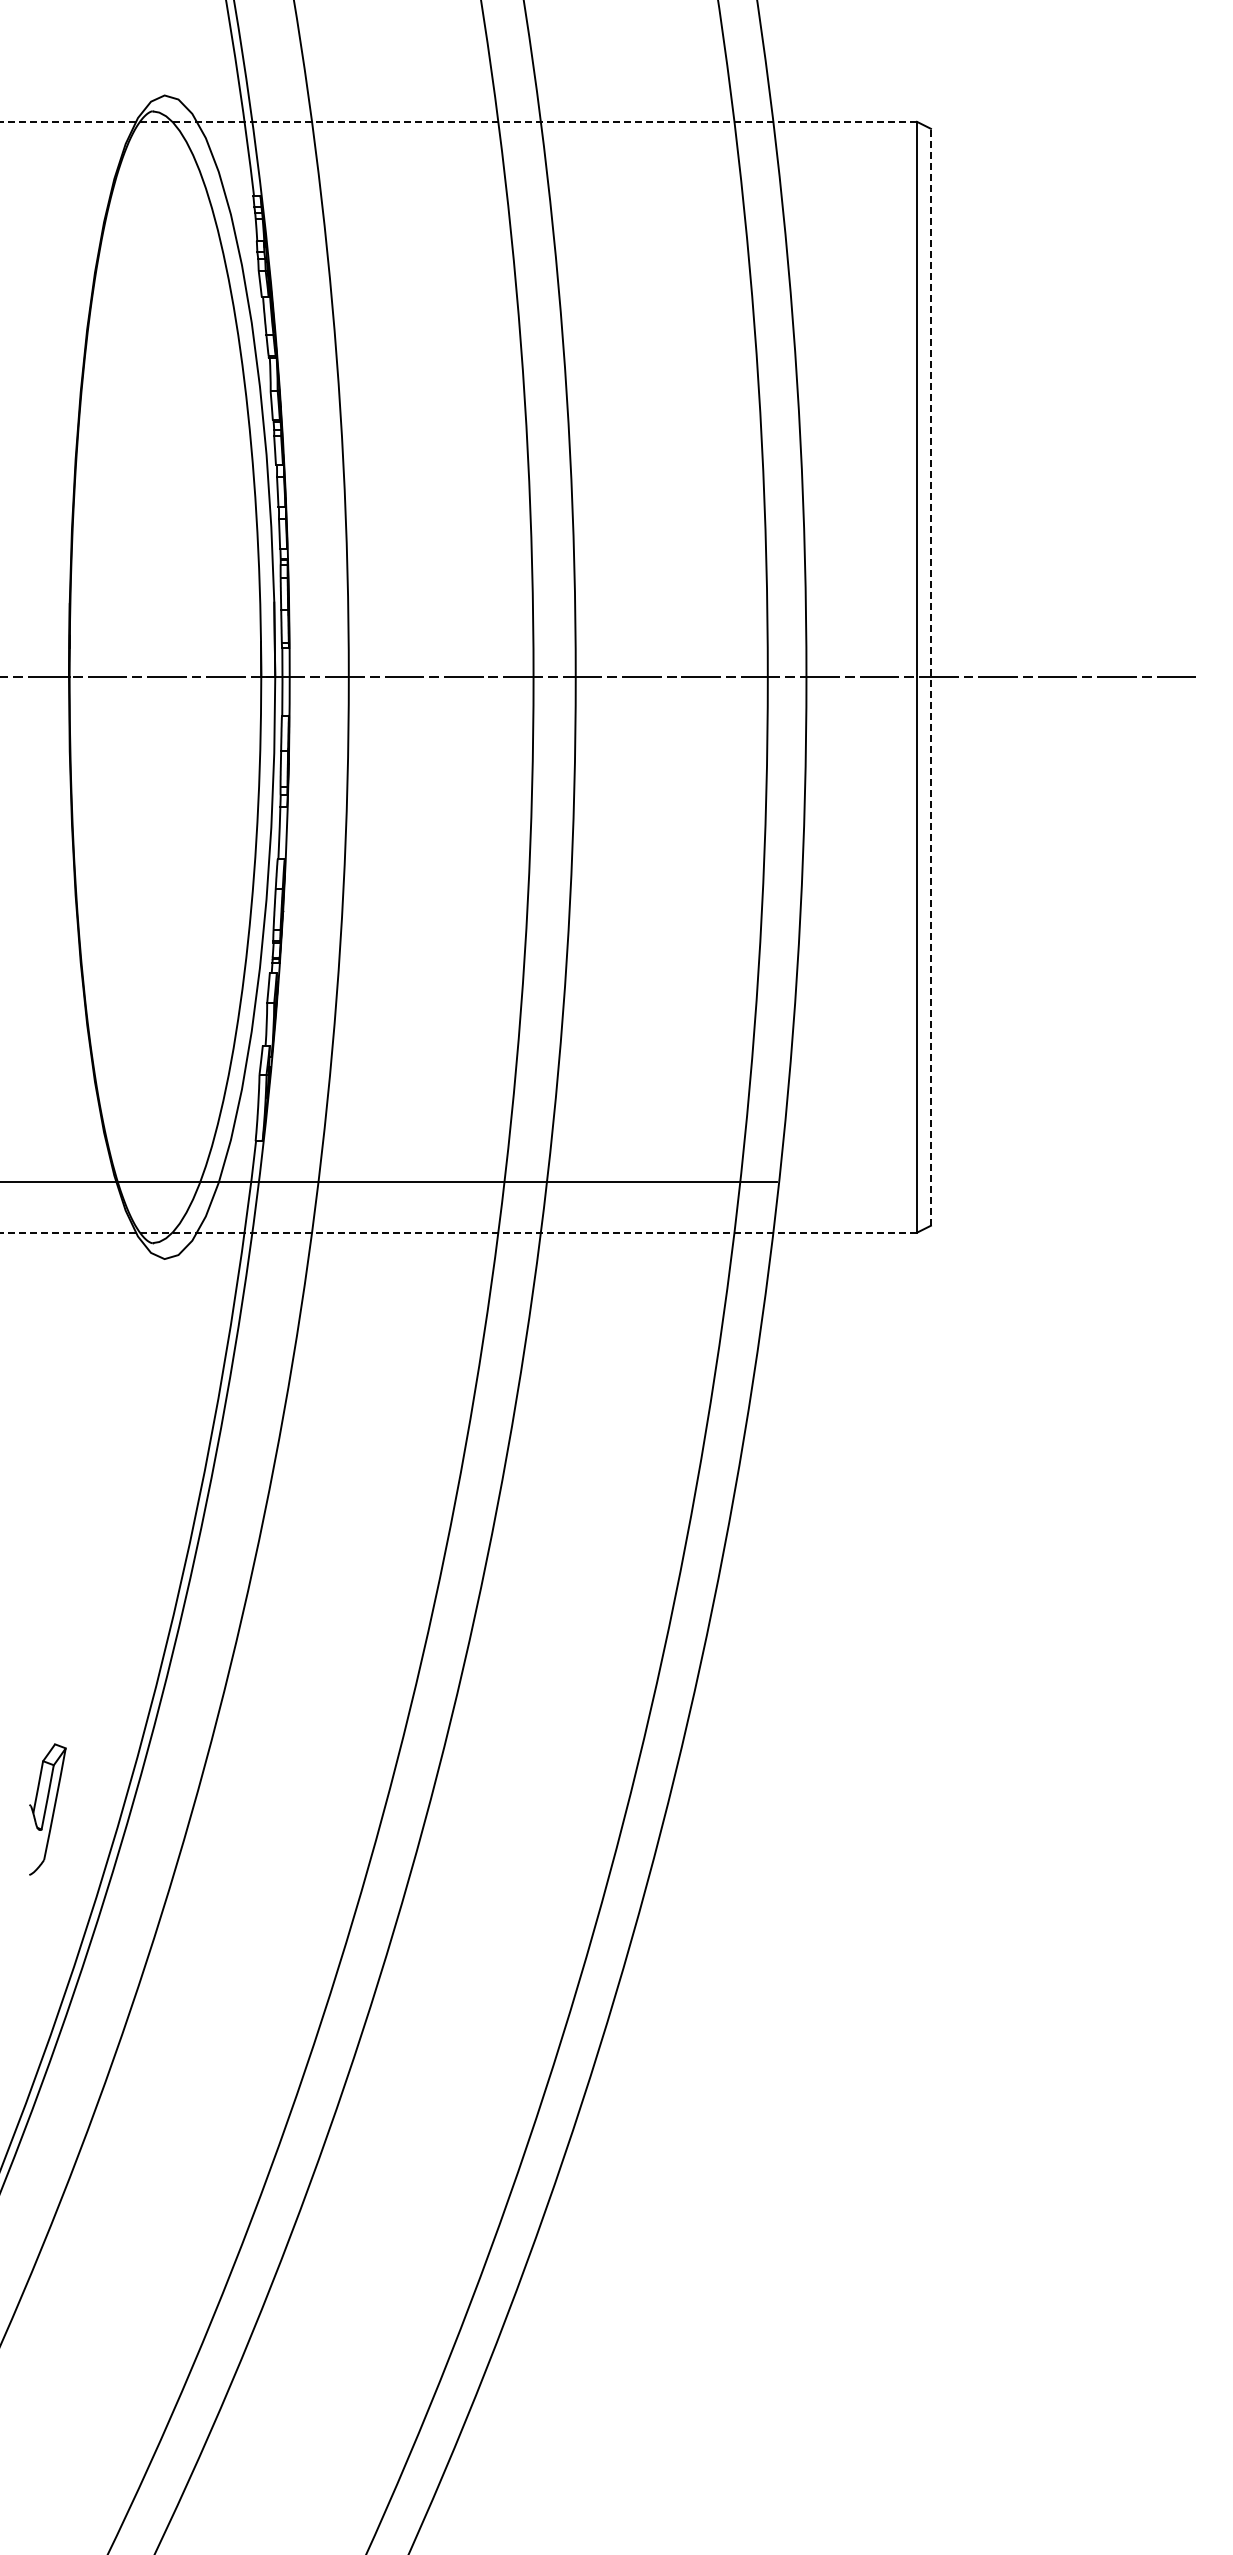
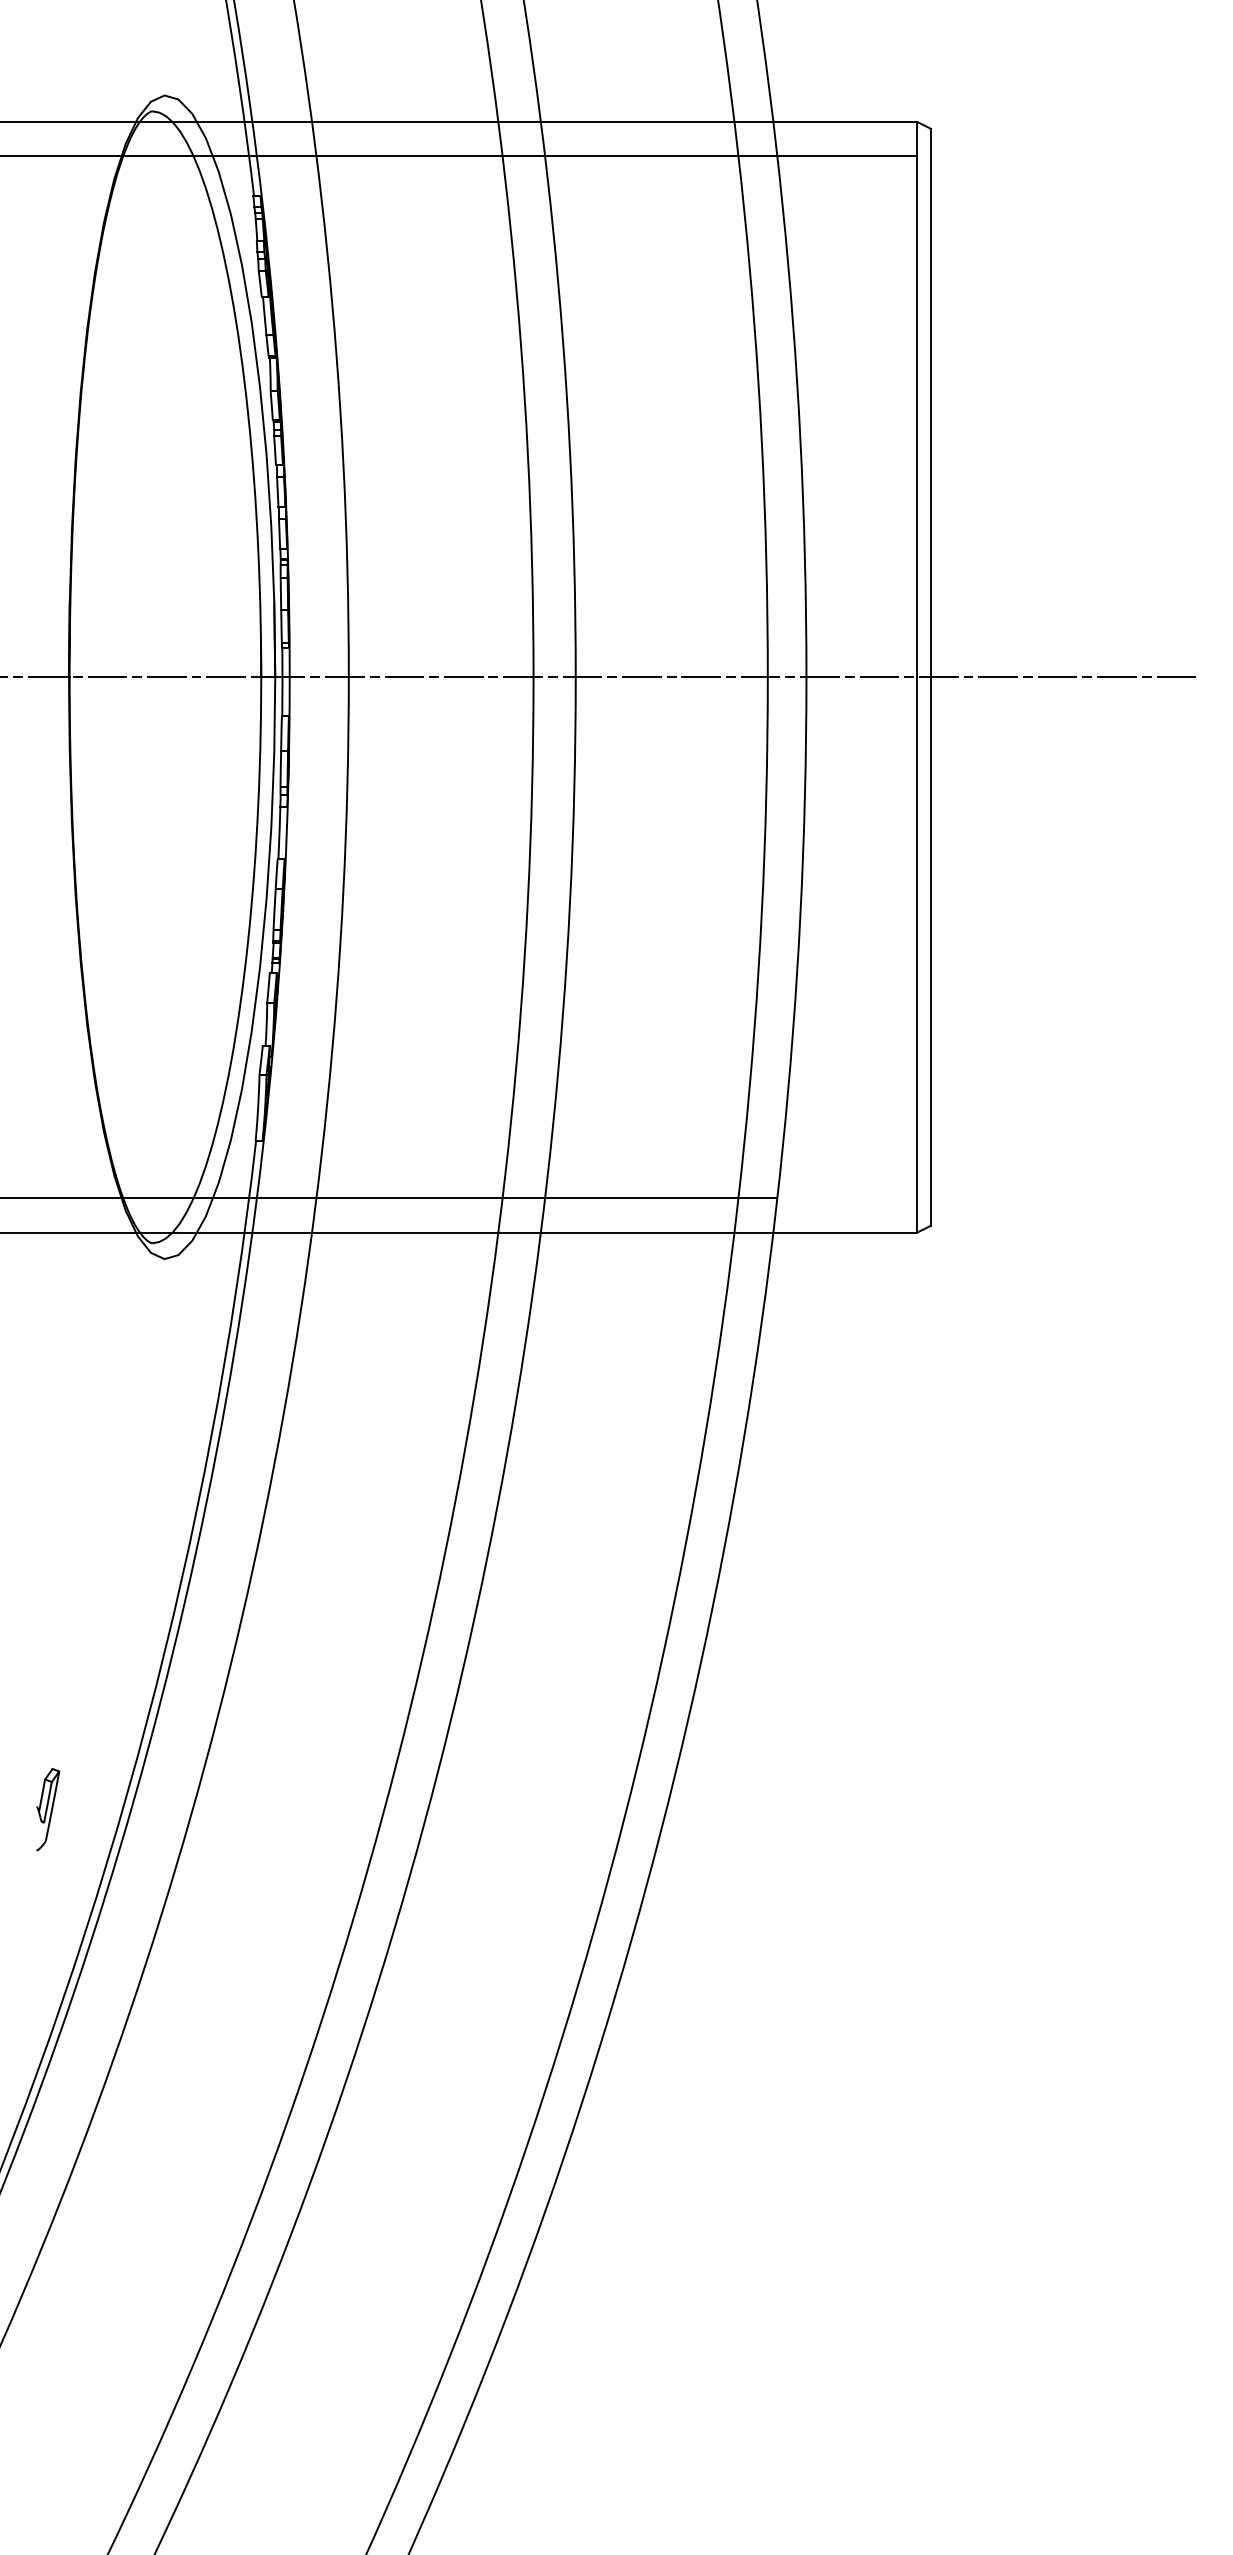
line at (458, 121): dashed -> solid
line at (459, 156): none -> present
line at (930, 676): dashed -> solid
line at (389, 1182) position: (389, 1182) -> (389, 1198)
line at (458, 1232): dashed -> solid
part at (47, 1809) size: 38x133 px -> 25x84 px
